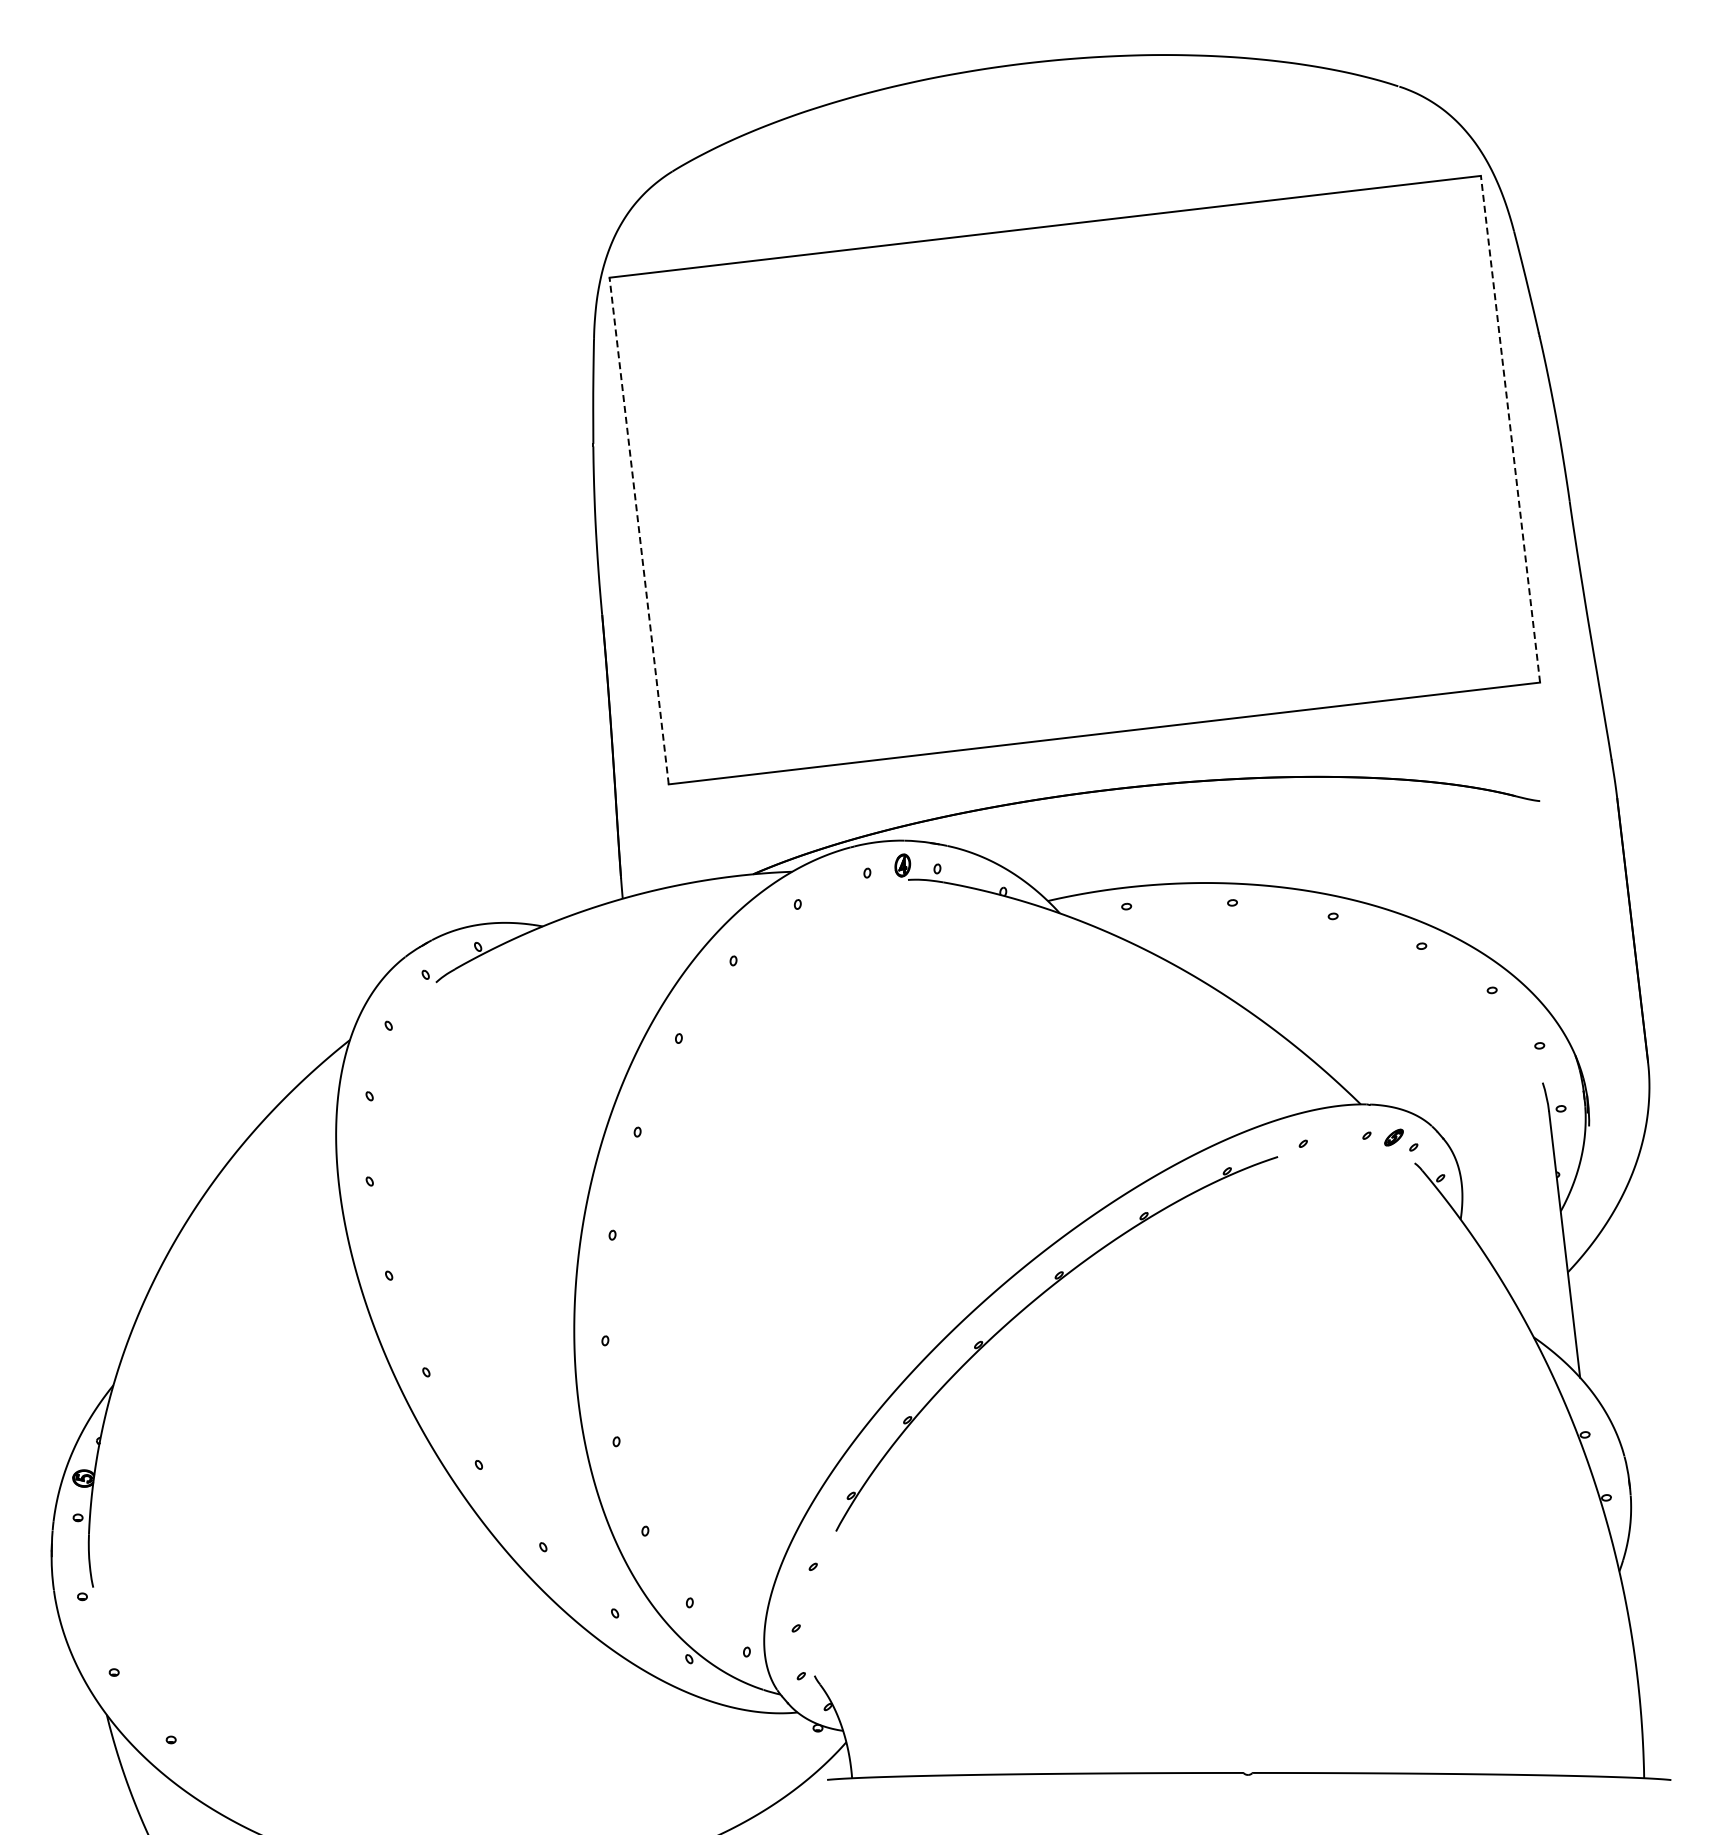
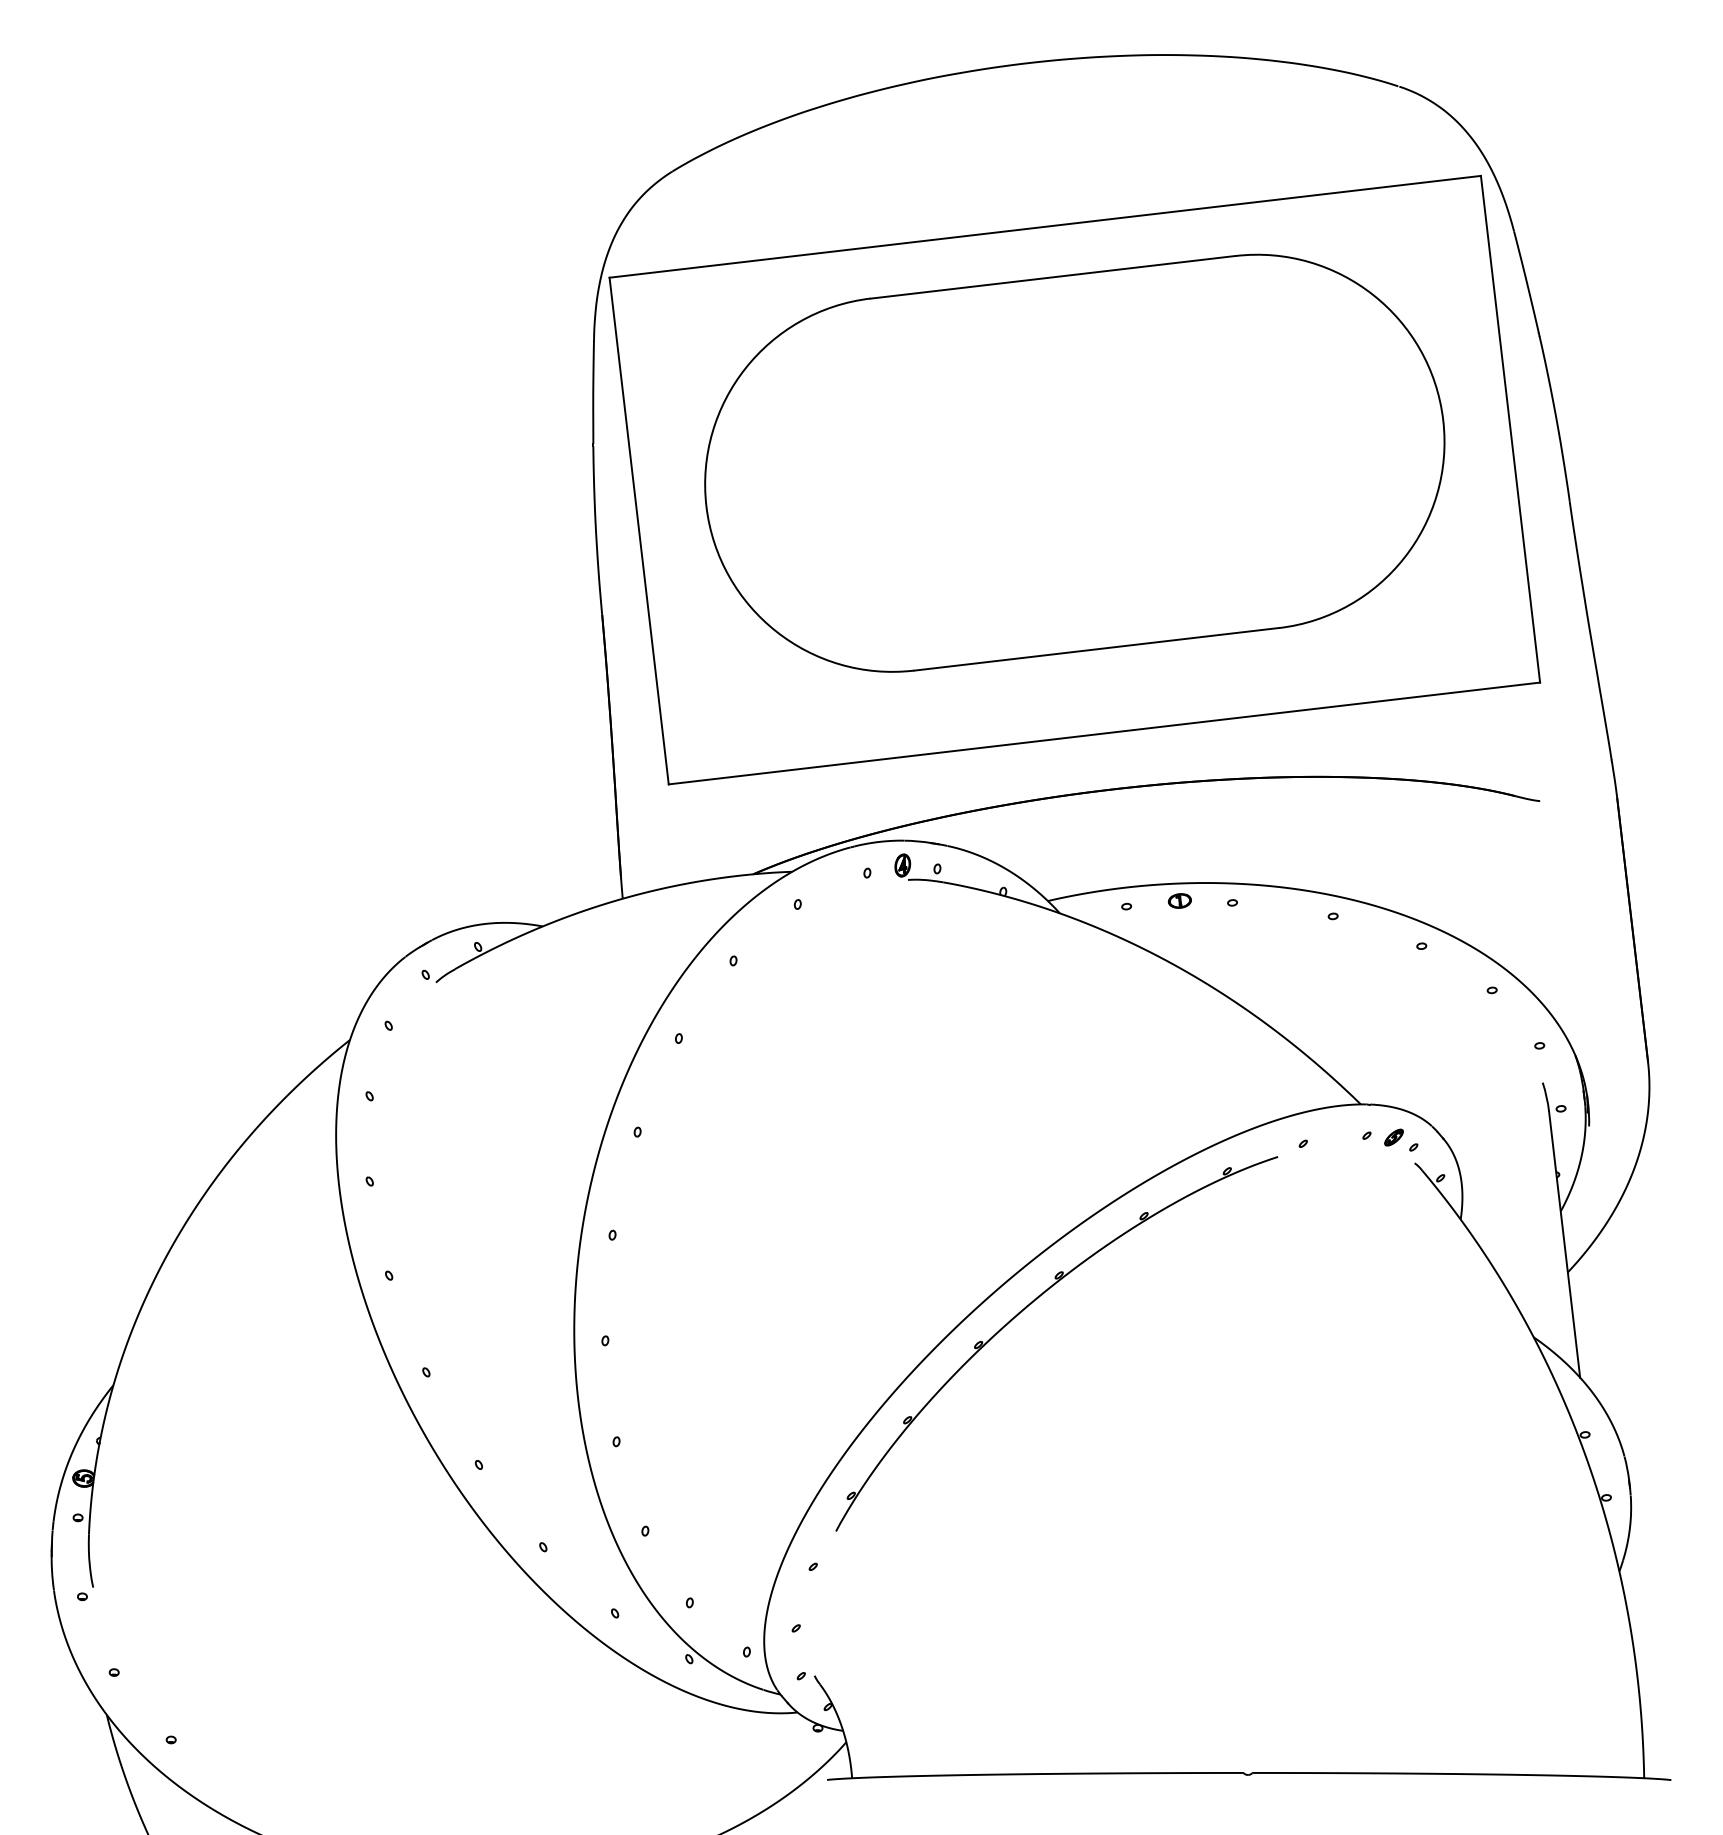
line at (1510, 428): dashed -> solid
part at (1074, 462): none -> present
line at (639, 530): dashed -> solid
part at (1179, 900): none -> present
